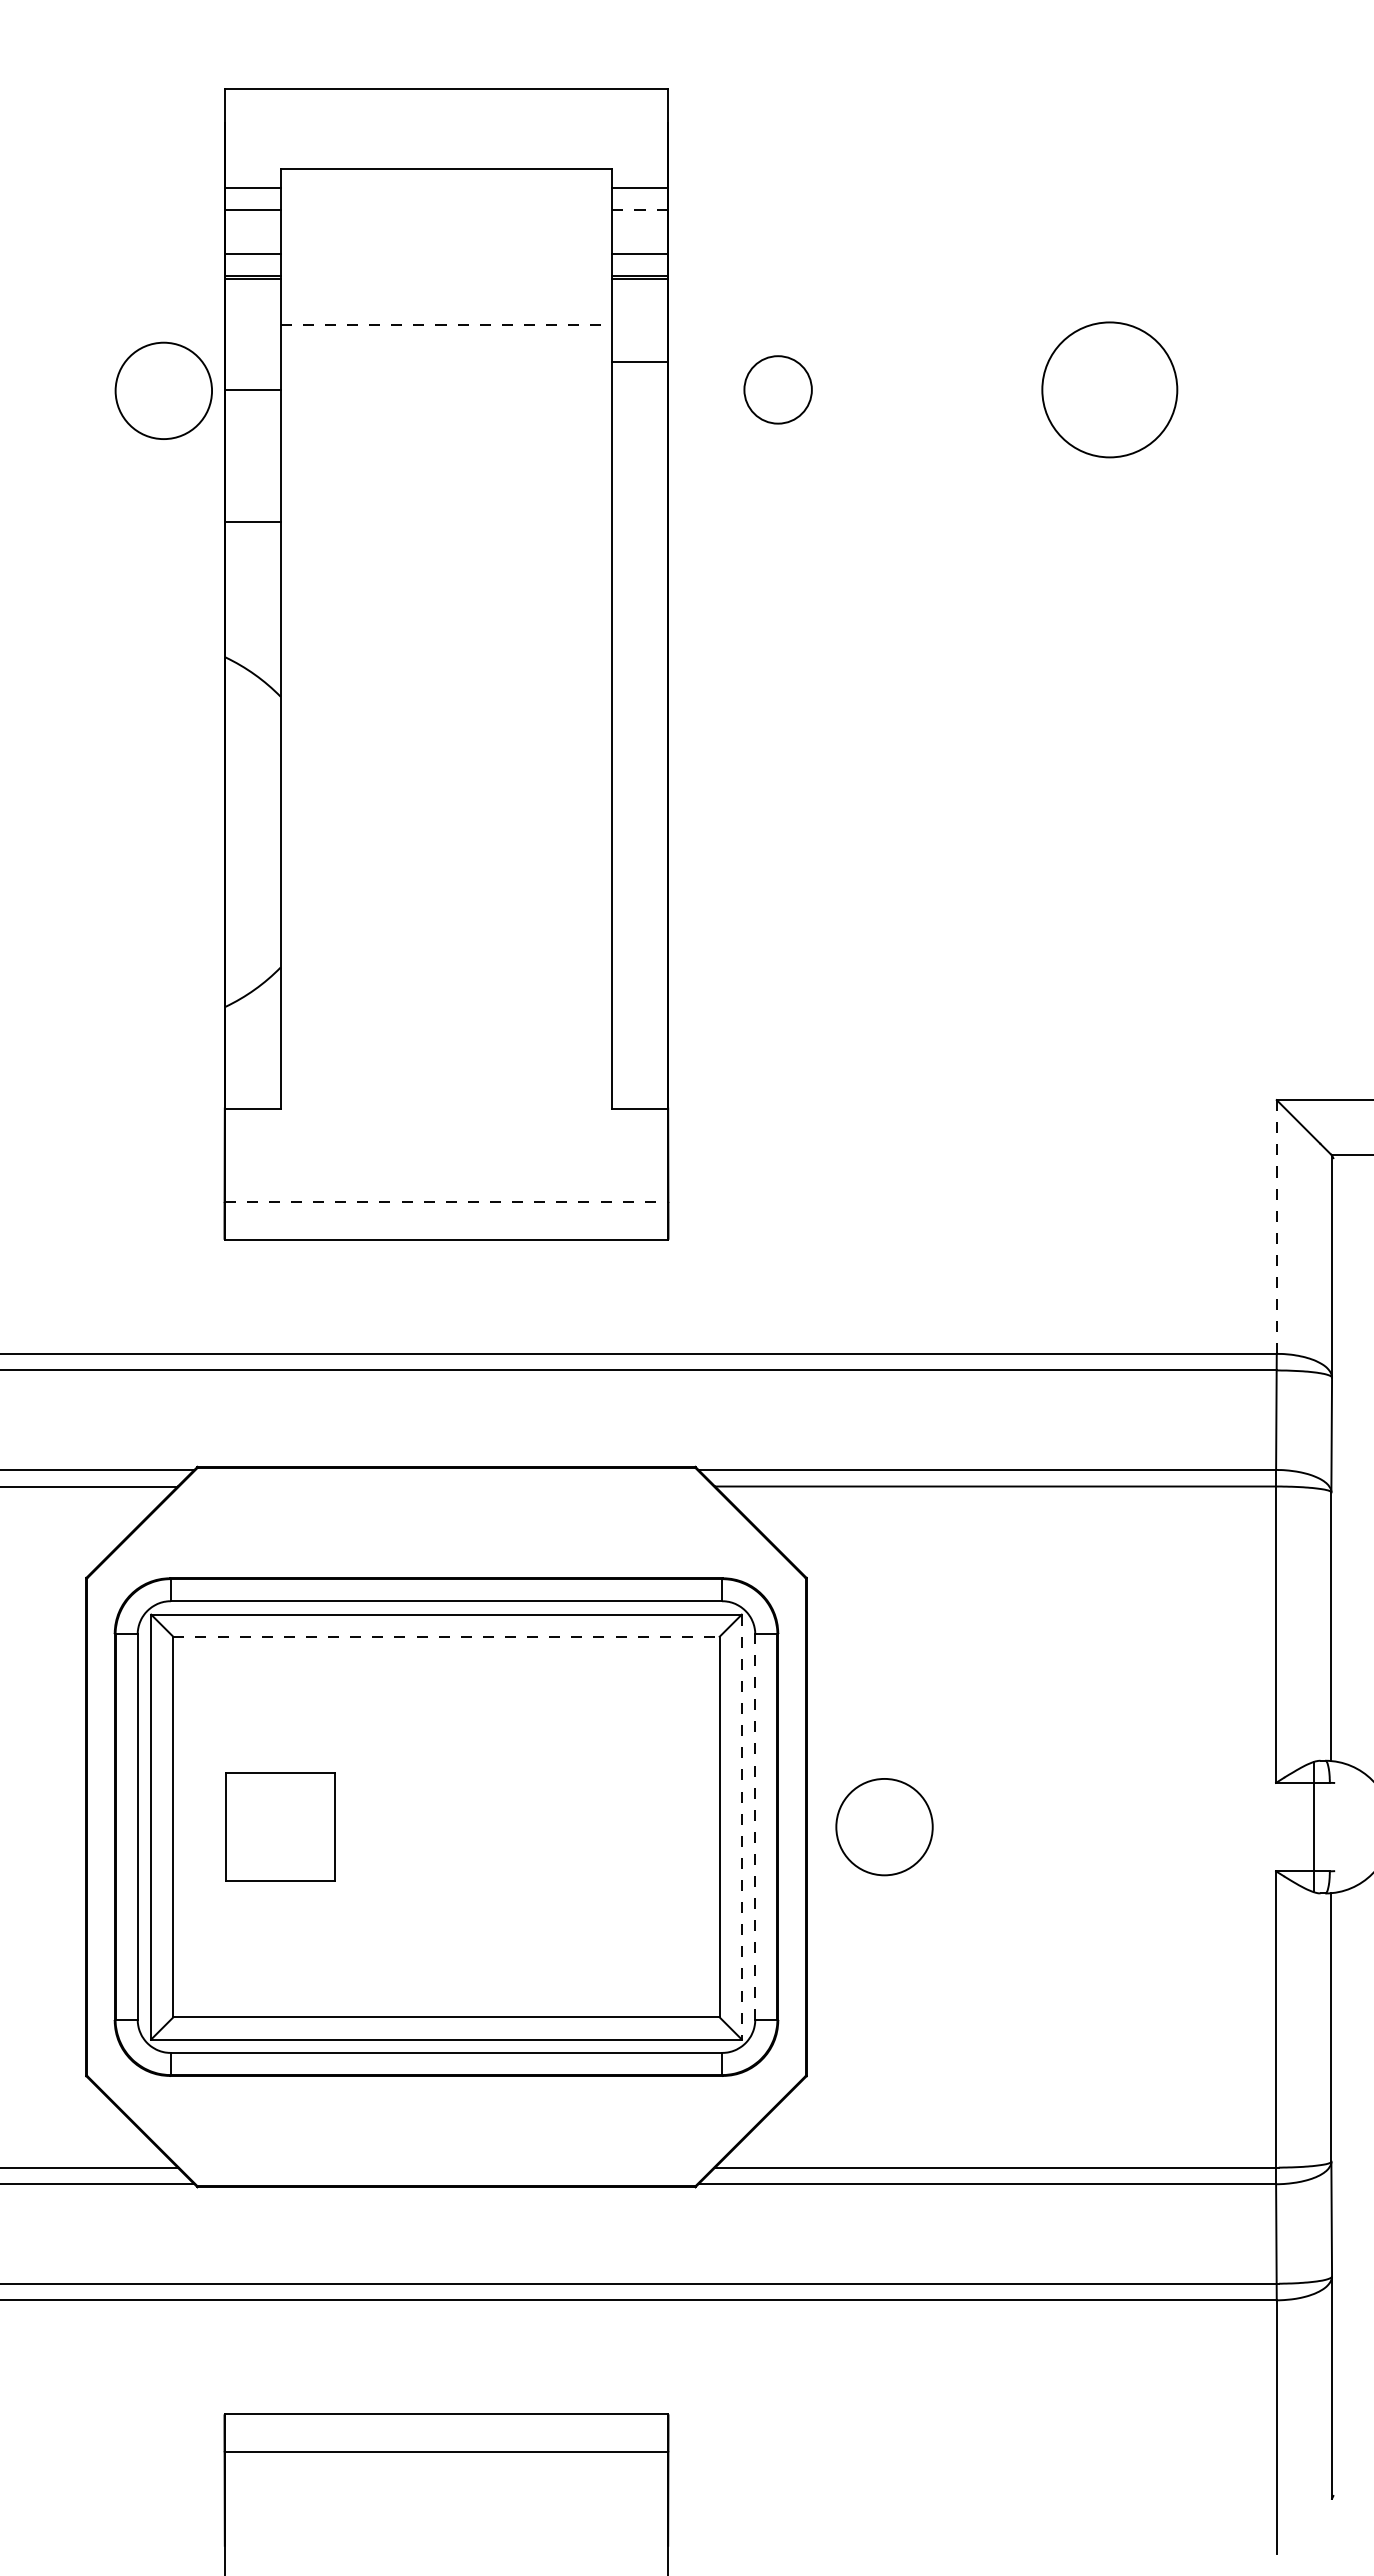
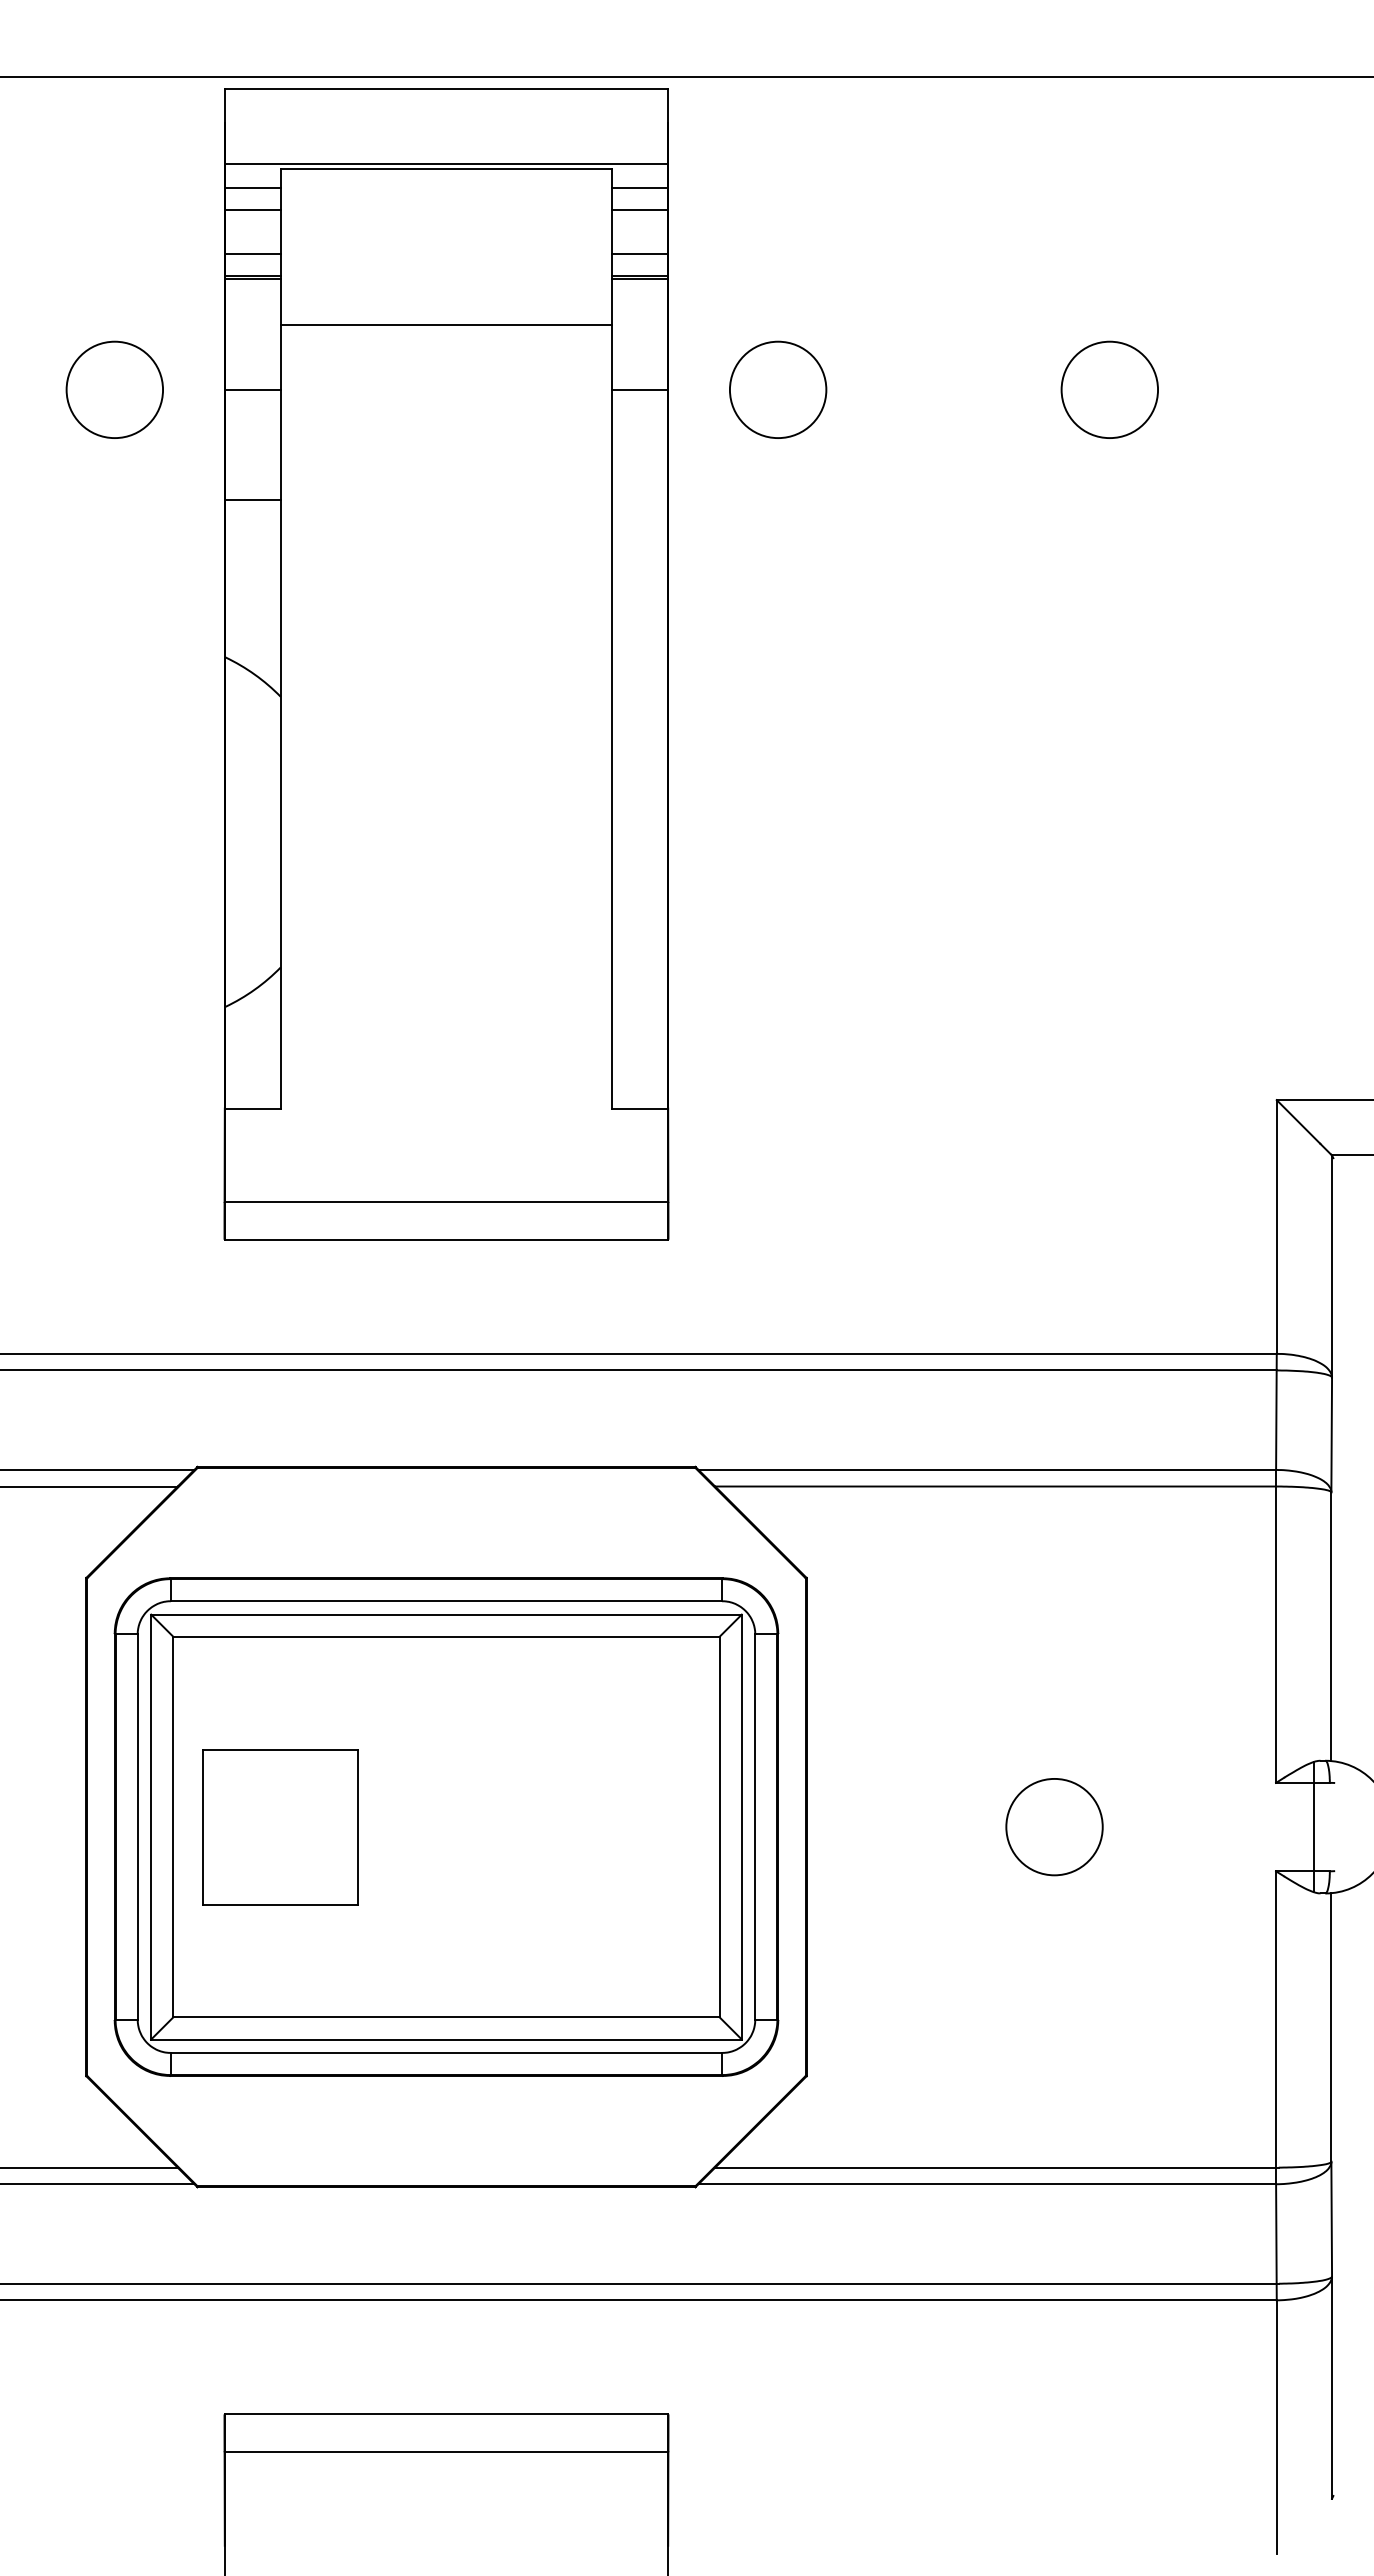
line at (686, 77): none -> present
line at (446, 163): none -> present
line at (639, 210): dashed -> solid
line at (446, 324): dashed -> solid
line at (639, 361) position: (639, 361) -> (639, 389)
circle at (777, 389) diameter: 67 px -> 96 px
circle at (1109, 389) diameter: 135 px -> 96 px
circle at (163, 390) position: (163, 390) -> (114, 389)
line at (252, 522) position: (252, 522) -> (252, 500)
line at (446, 1201): dashed -> solid
line at (1276, 1226): dashed -> solid
line at (447, 1636): dashed -> solid
part at (280, 1826) size: 111x110 px -> 157x157 px
line at (741, 1827): dashed -> solid
line at (755, 1827): dashed -> solid
circle at (884, 1827) position: (884, 1827) -> (1054, 1827)
